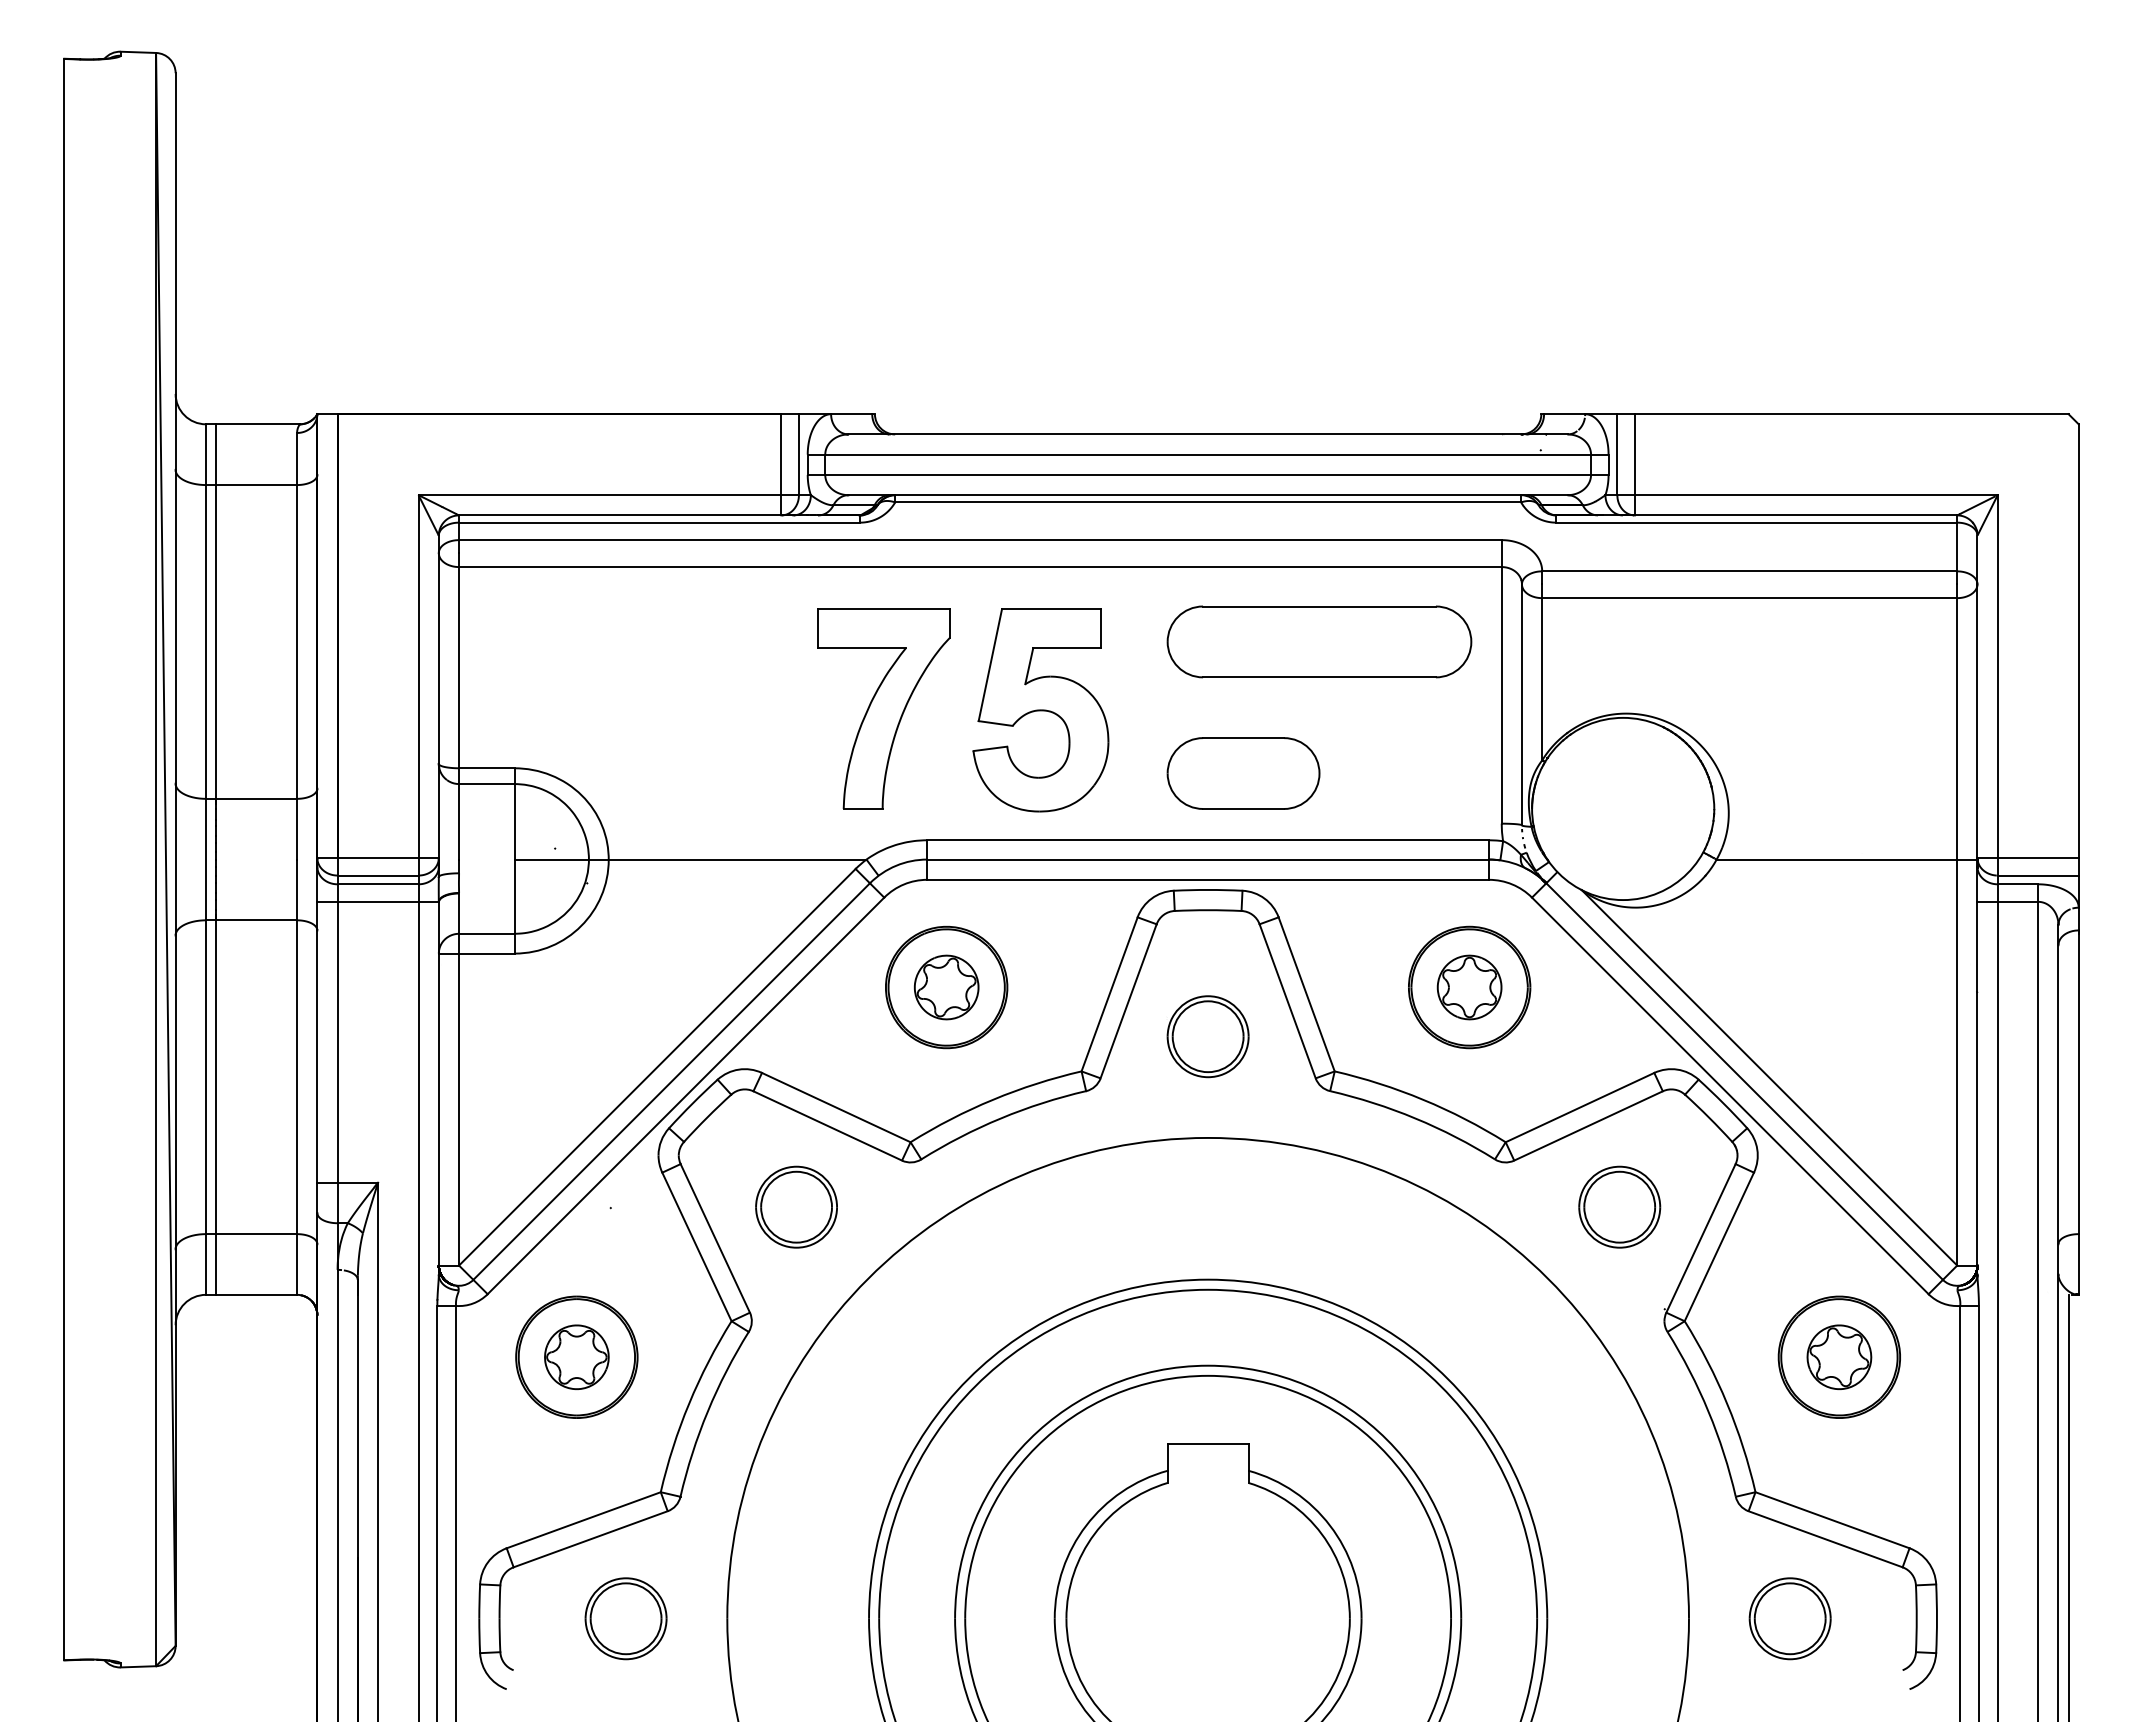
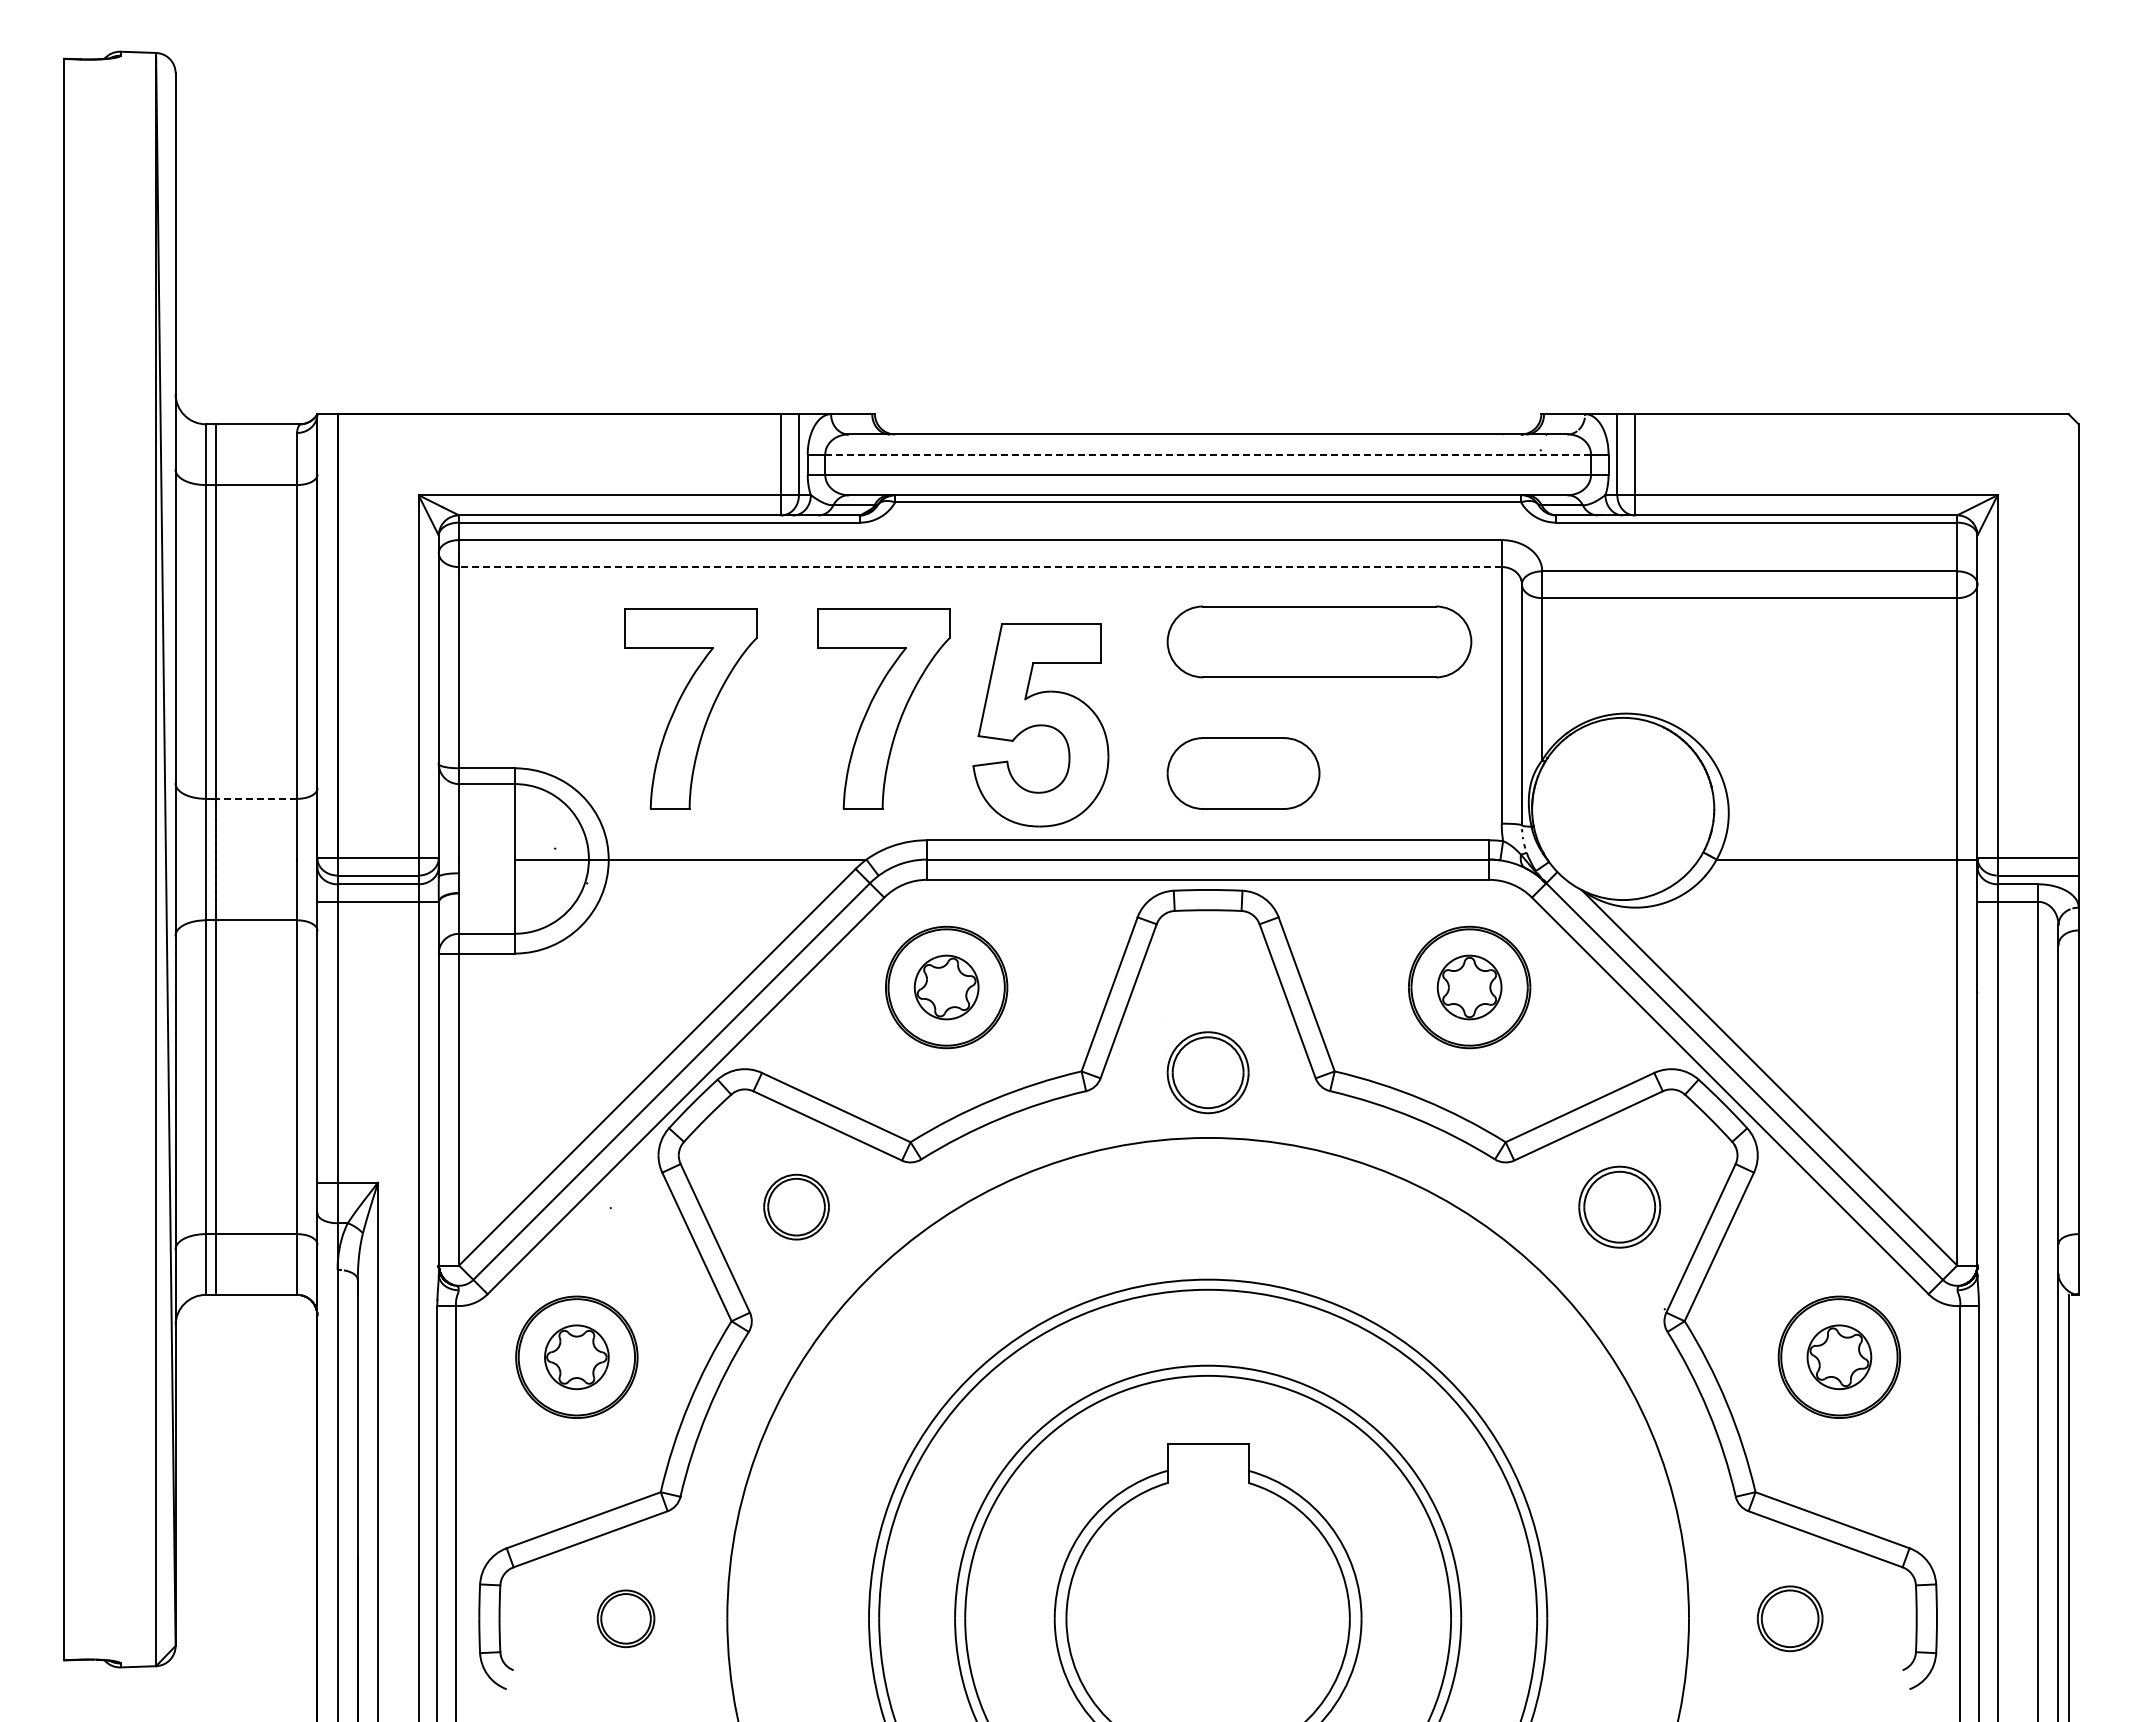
line at (1208, 454): solid -> dashed
line at (979, 567): solid -> dashed
part at (690, 708): none -> present
part at (1040, 710) position: (1040, 710) -> (1040, 725)
line at (256, 798): solid -> dashed
part at (1207, 1036) position: (1207, 1036) -> (1207, 1072)
part at (796, 1206) size: 83x84 px -> 67x68 px
part at (625, 1618) size: 84x84 px -> 60x60 px
part at (1789, 1618) size: 84x84 px -> 68x68 px
